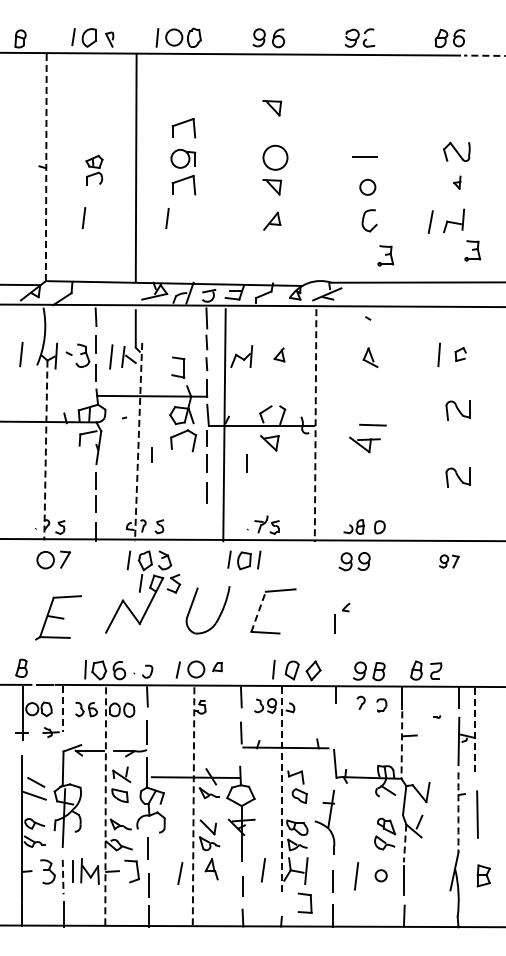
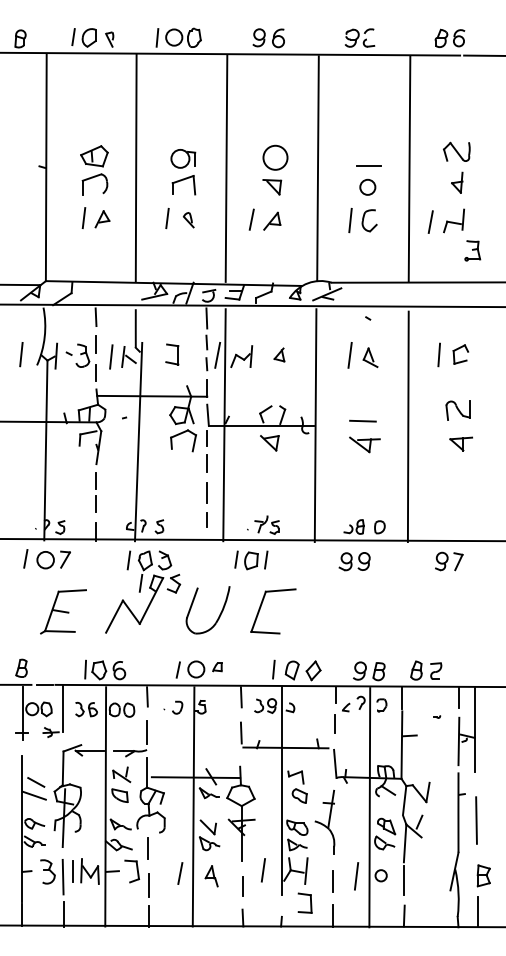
line at (484, 55): dashed -> solid
part at (272, 108): present -> none
part at (183, 128): present -> none
line at (364, 156) position: (364, 156) -> (368, 165)
line at (46, 167): dashed -> solid
line at (226, 168): none -> present
line at (317, 168): none -> present
line at (409, 168): none -> present
part at (94, 169) size: 19x32 px -> 29x51 px
part at (457, 182) size: 9x15 px -> 13x23 px
part at (102, 219): none -> present
line at (251, 219): none -> present
part at (188, 220): none -> present
line at (350, 220): none -> present
part at (385, 255): present -> none
line at (217, 354): none -> present
line at (349, 354): none -> present
part at (460, 354) size: 13x15 px -> 17x21 px
part at (178, 367) position: (178, 367) -> (172, 354)
line at (372, 424) position: (372, 424) -> (362, 420)
line at (315, 426): dashed -> solid
line at (407, 426): none -> present
line at (138, 442): dashed -> solid
part at (460, 443): none -> present
line at (45, 450): dashed -> solid
line at (151, 454) position: (151, 454) -> (206, 519)
line at (246, 463): present -> none
part at (457, 477): present -> none
line at (25, 558): none -> present
part at (244, 560) position: (244, 560) -> (251, 560)
part at (449, 561) size: 21x15 px -> 29x21 px
line at (258, 611): dashed -> solid
part at (58, 617) position: (58, 617) -> (63, 611)
part at (342, 617) position: (342, 617) -> (342, 717)
part at (143, 671) position: (143, 671) -> (173, 707)
line at (62, 709): dashed -> solid
line at (475, 730): dashed -> solid
line at (401, 745): dashed -> solid
line at (281, 791): dashed -> solid
line at (105, 806): dashed -> solid
line at (193, 806): dashed -> solid
line at (369, 807): none -> present
arc at (458, 812): dashed -> solid
line at (477, 814) position: (477, 814) -> (476, 820)
line at (405, 843): dashed -> solid
part at (211, 869) position: (211, 869) -> (211, 876)
line at (63, 877): dashed -> solid
line at (477, 911): none -> present
